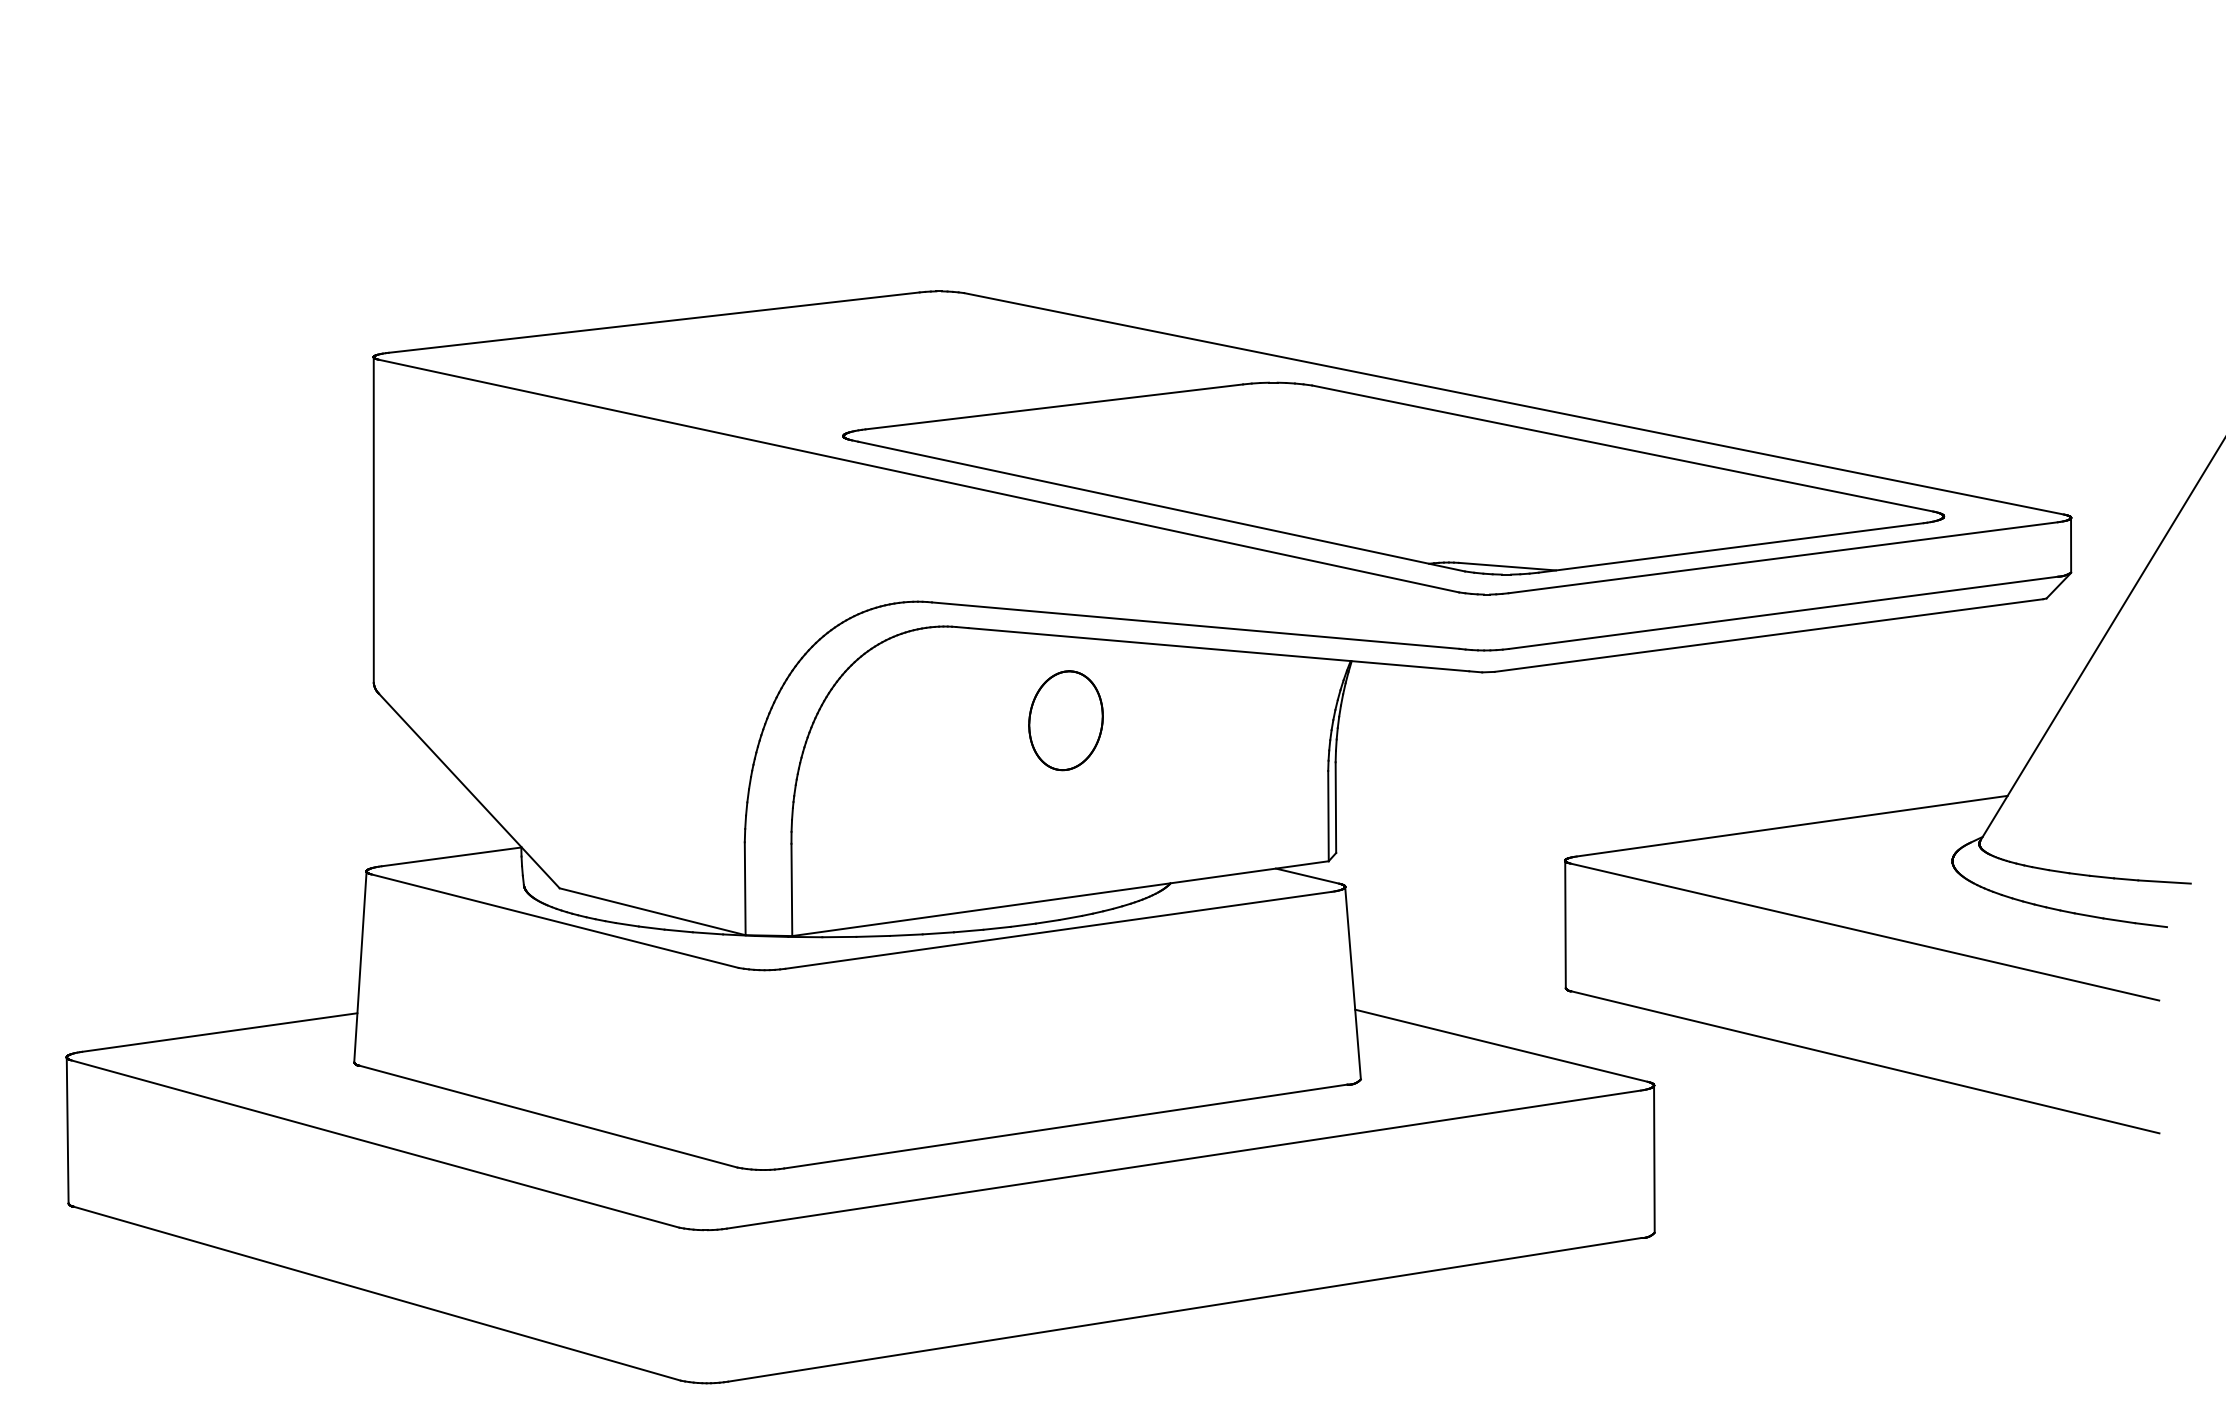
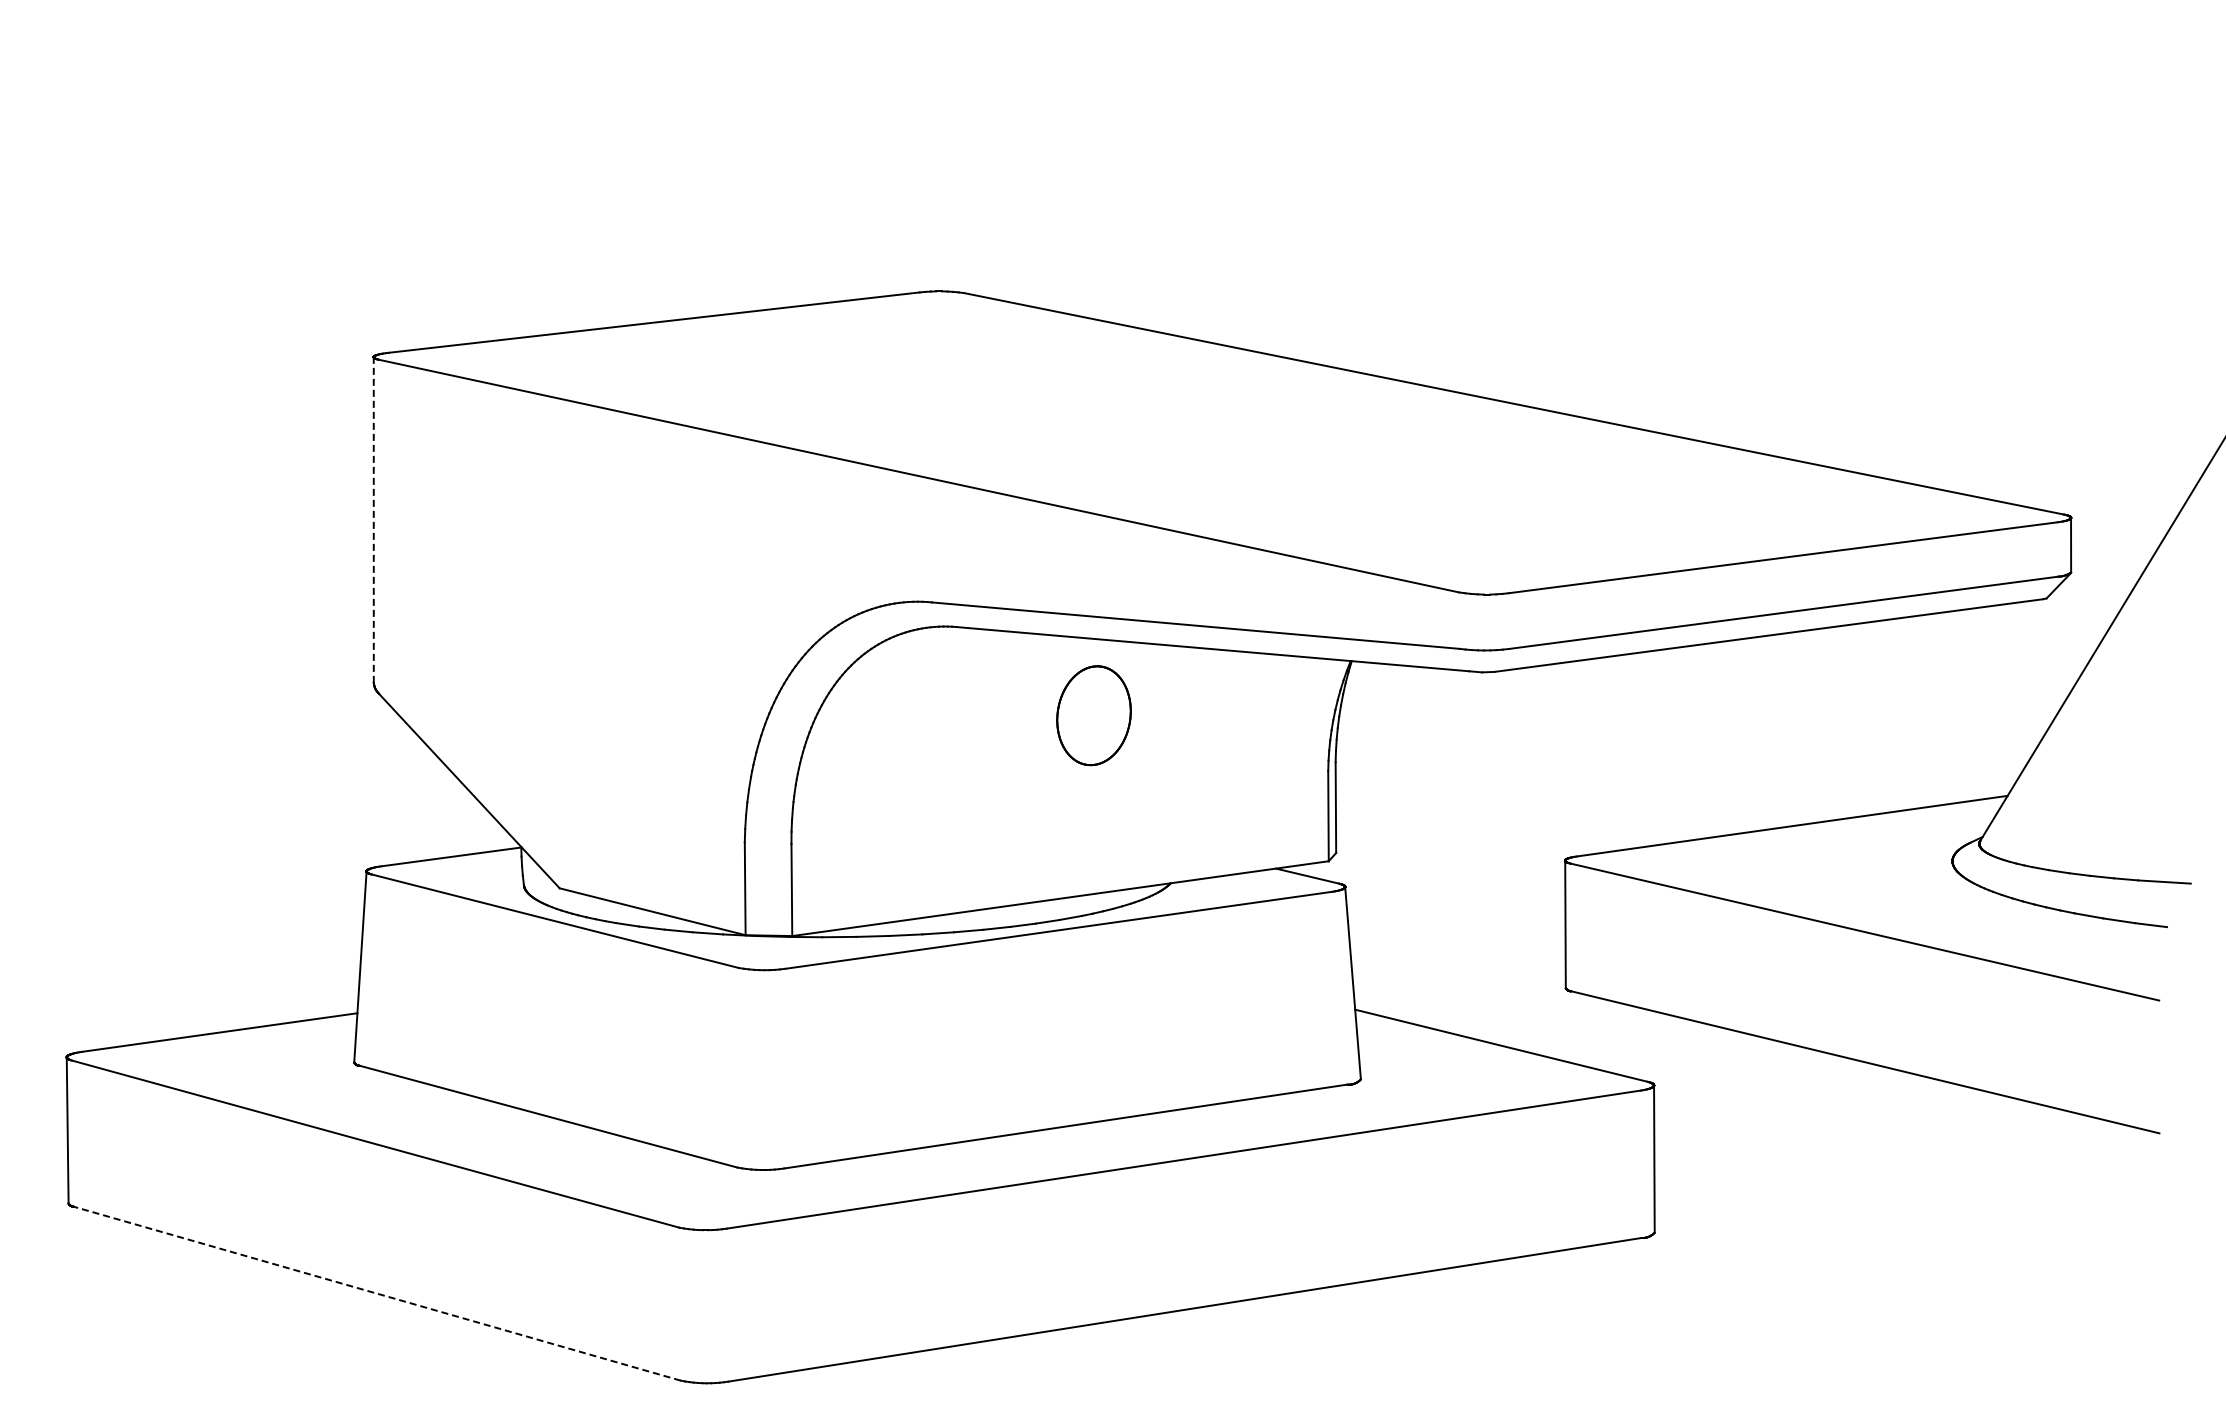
part at (1393, 478): present -> none
line at (373, 520): solid -> dashed
part at (1065, 720) position: (1065, 720) -> (1093, 715)
line at (377, 1293): solid -> dashed
